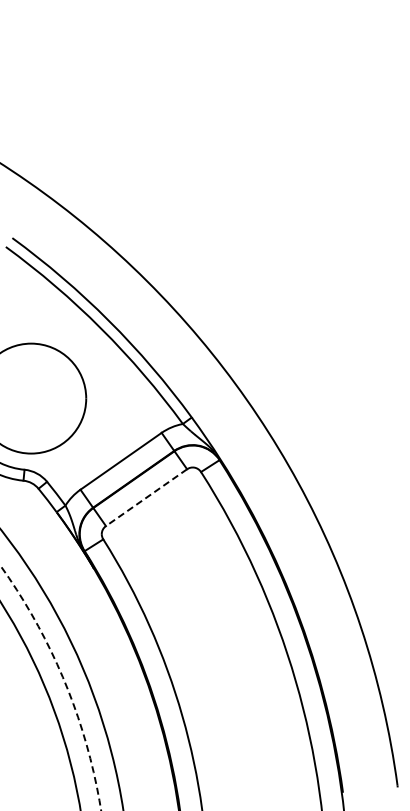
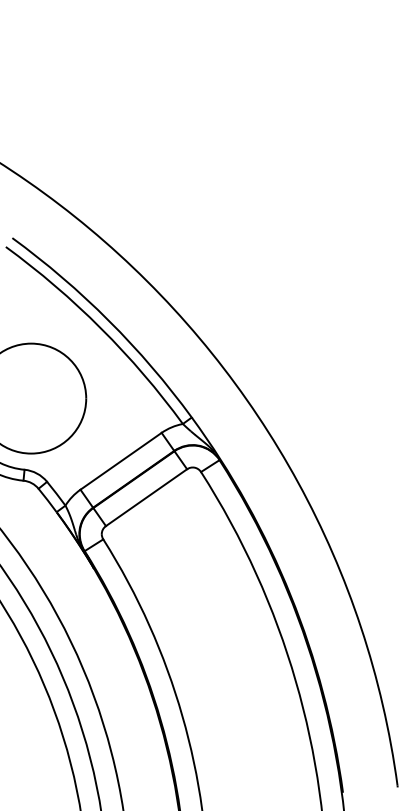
line at (146, 497): dashed -> solid
arc at (63, 679): dashed -> solid
